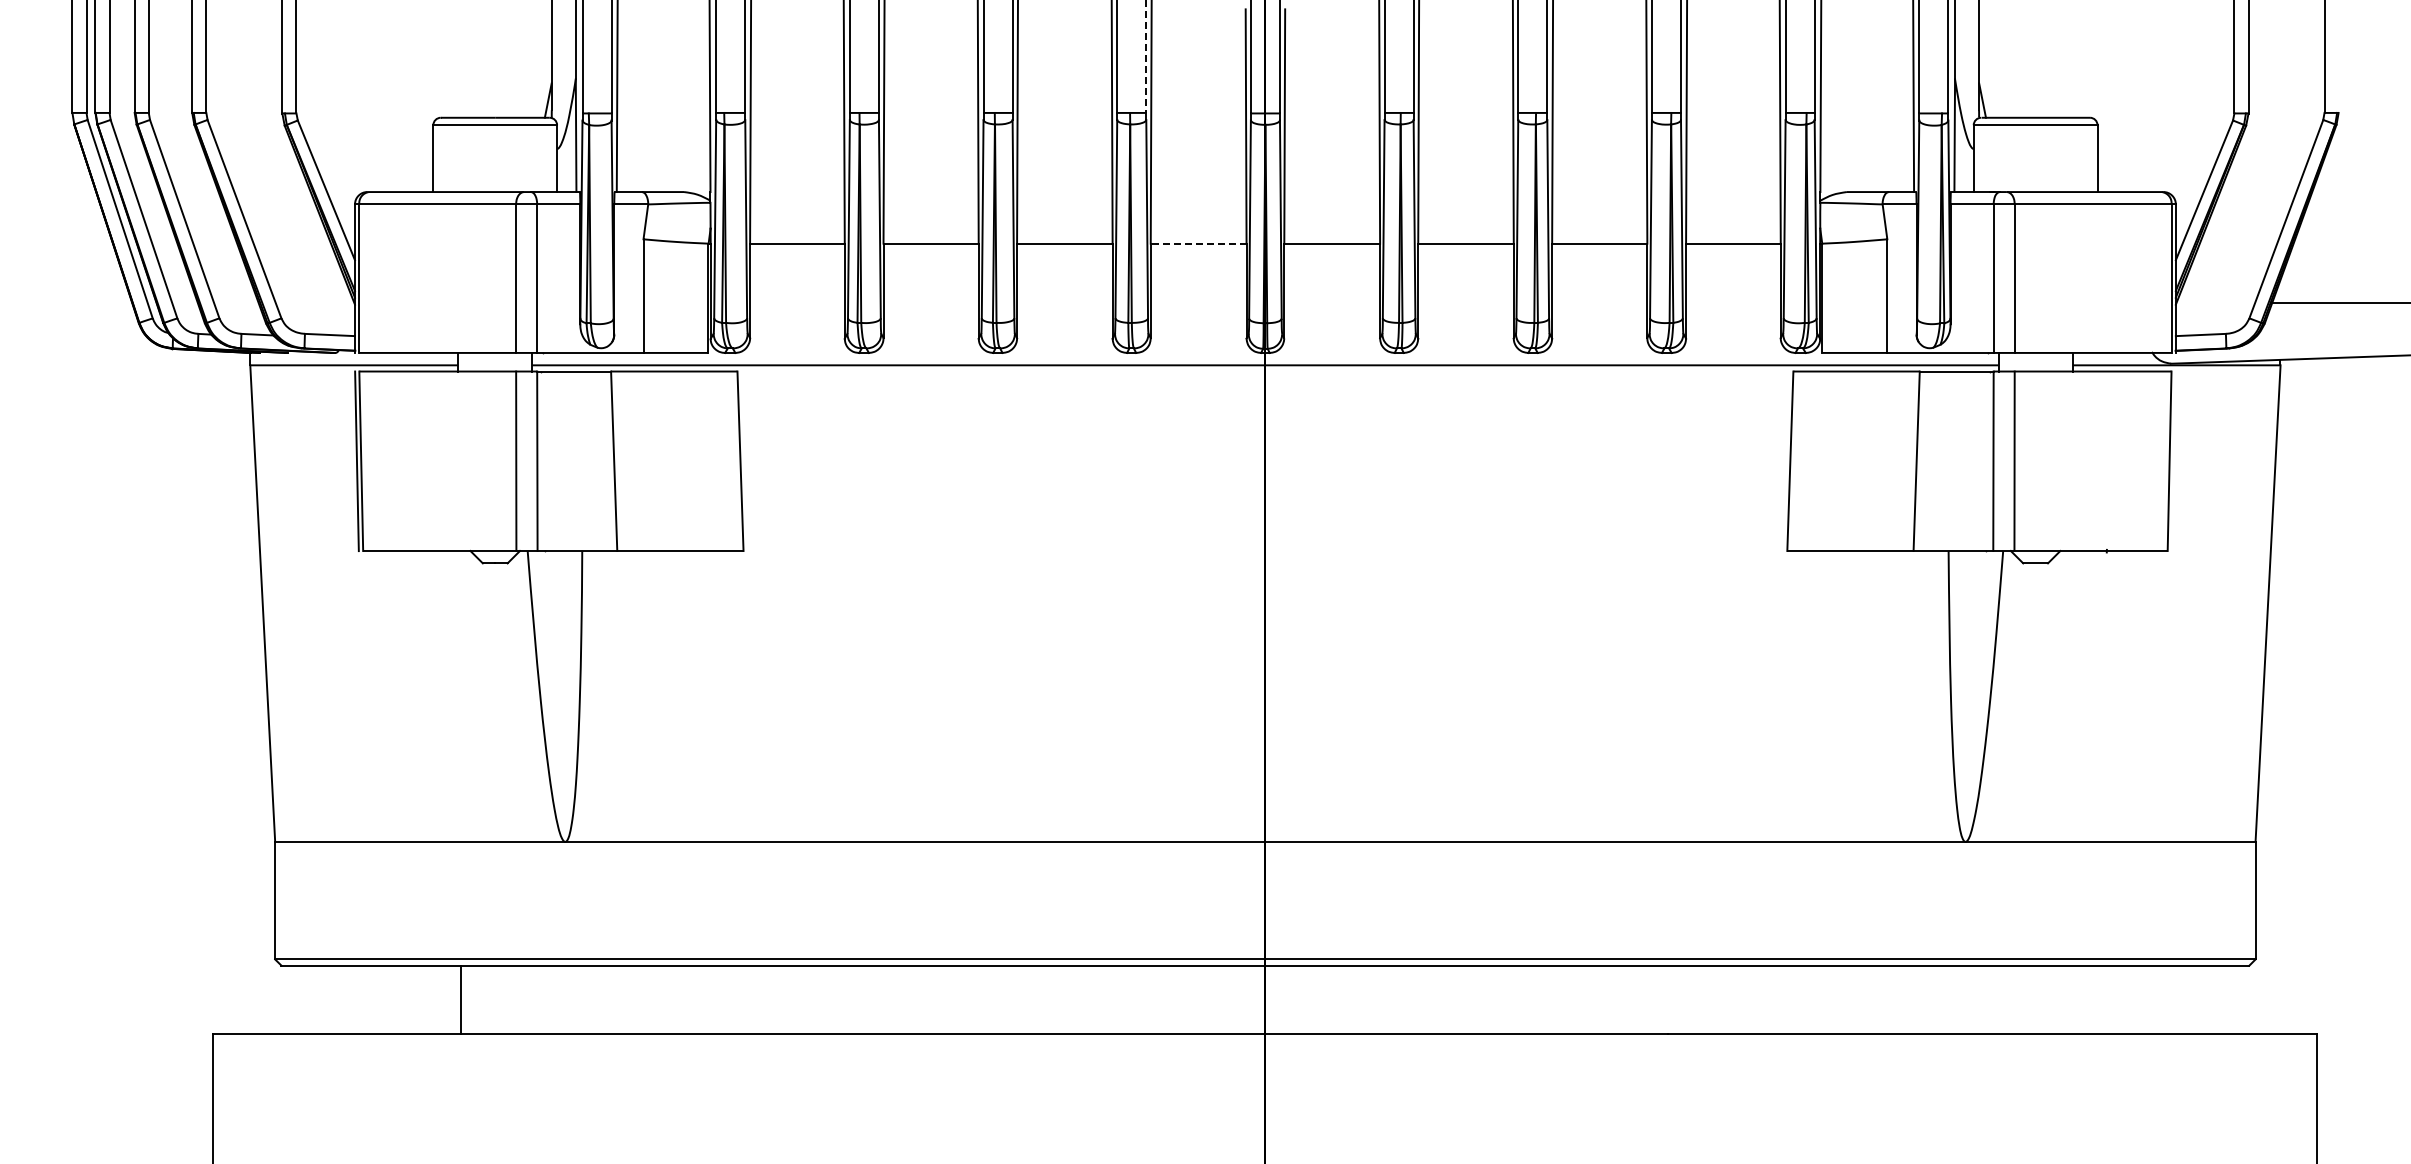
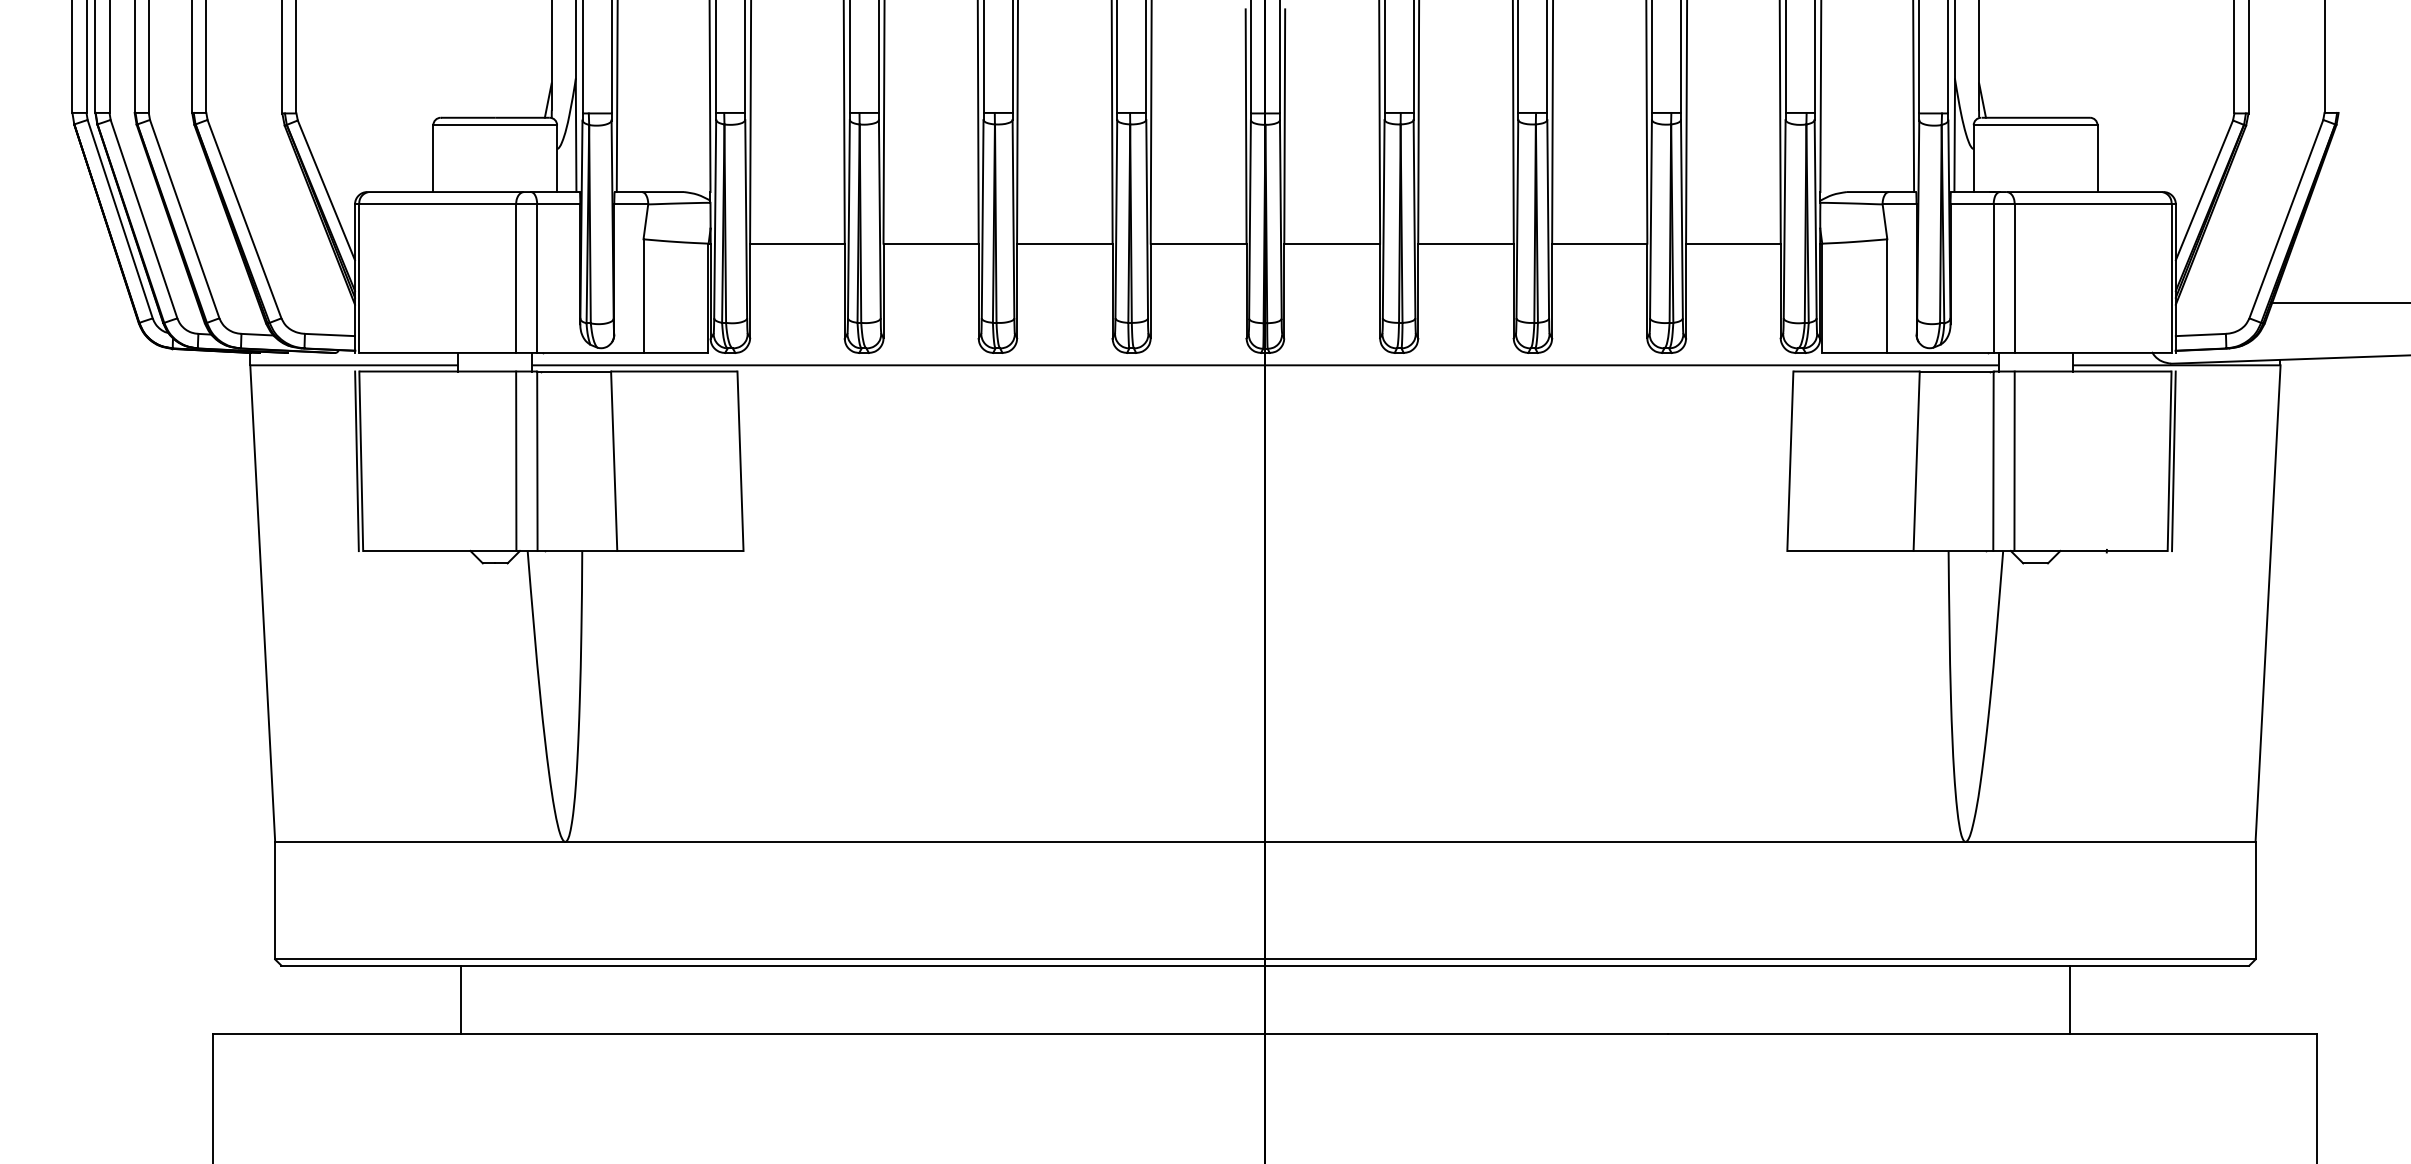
line at (1146, 56): dashed -> solid
line at (1198, 243): dashed -> solid
line at (2173, 461): none -> present
line at (2069, 999): none -> present
